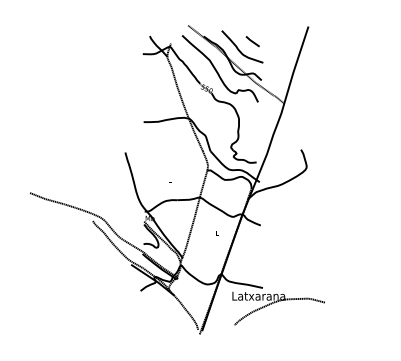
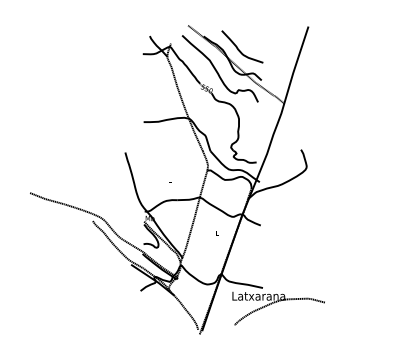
line at (252, 41): present -> none
